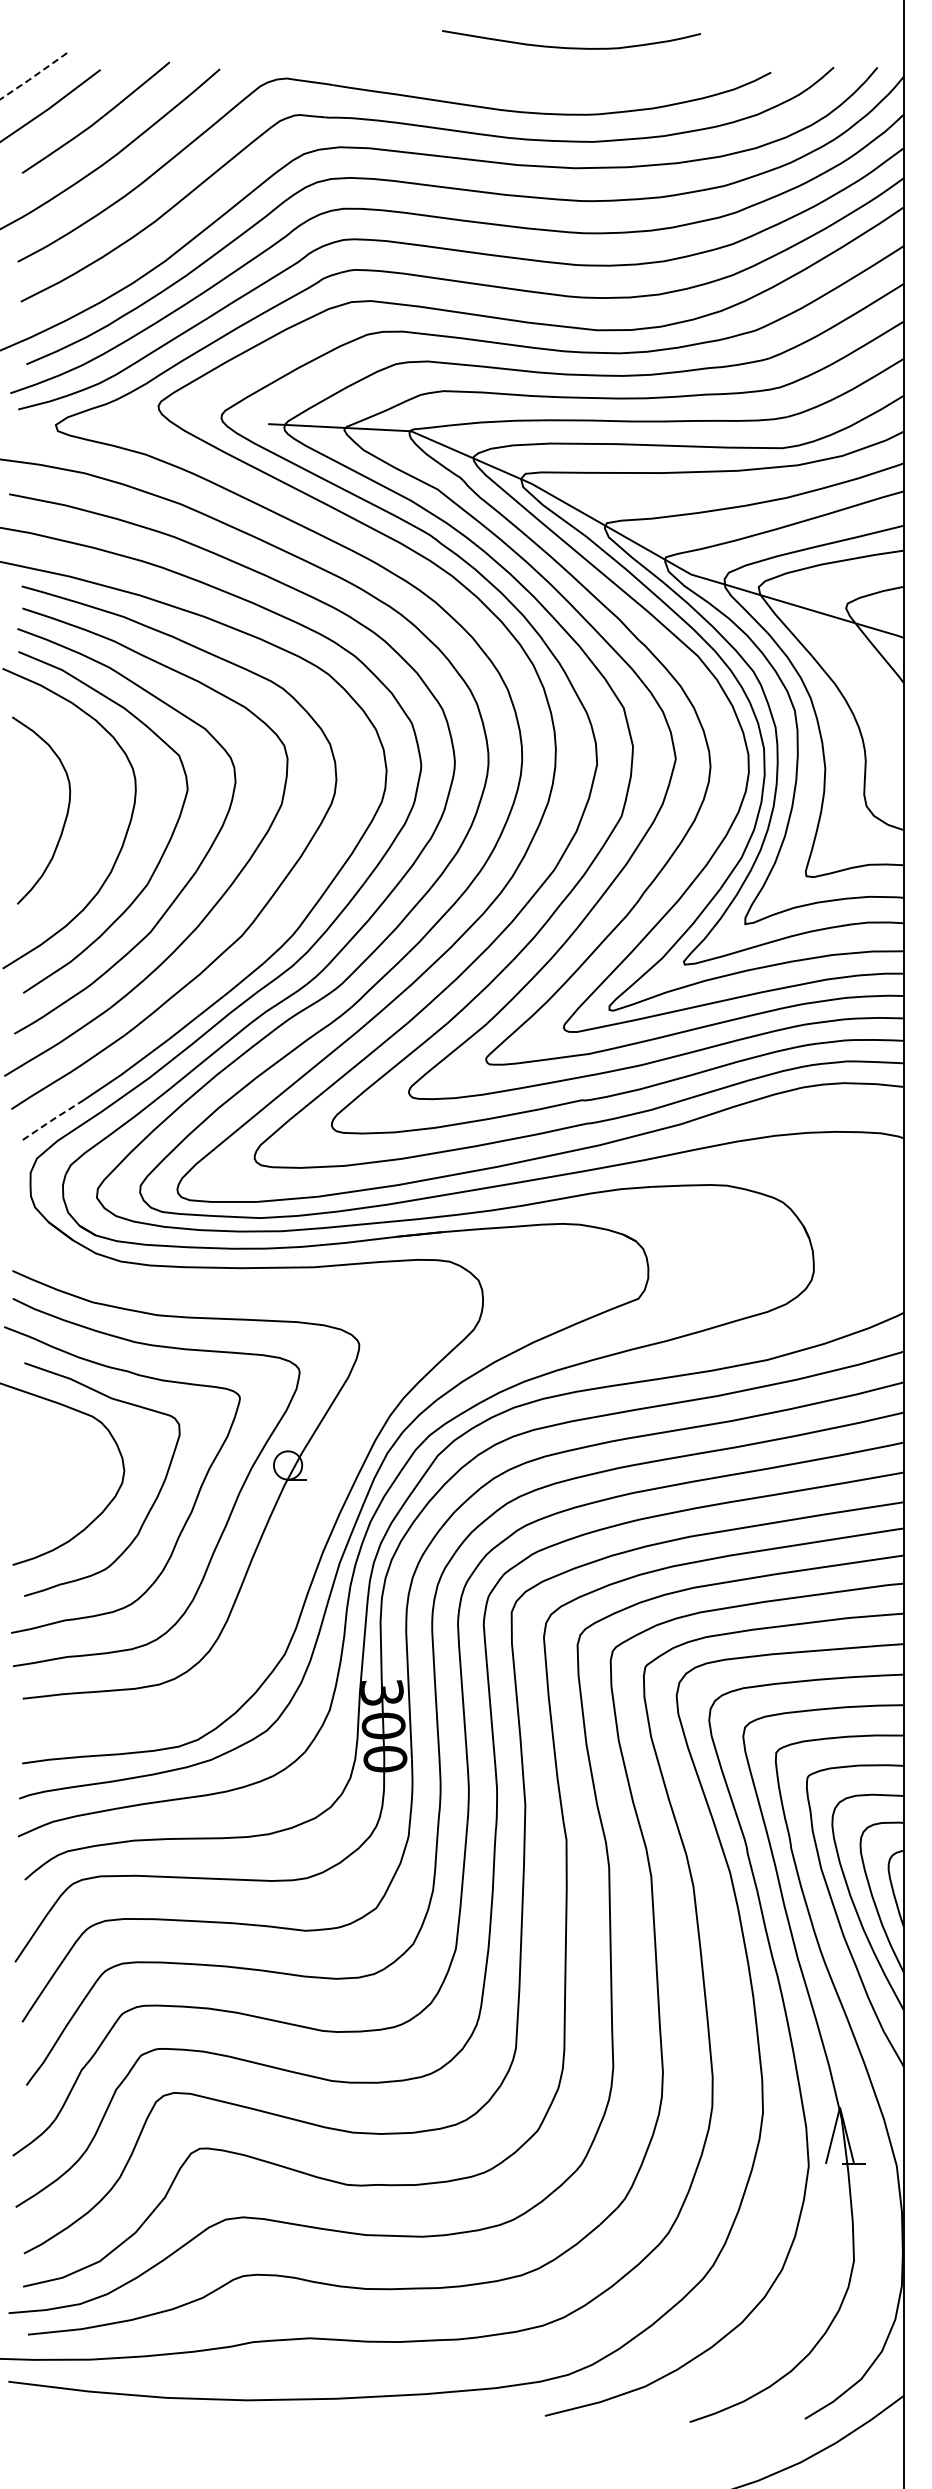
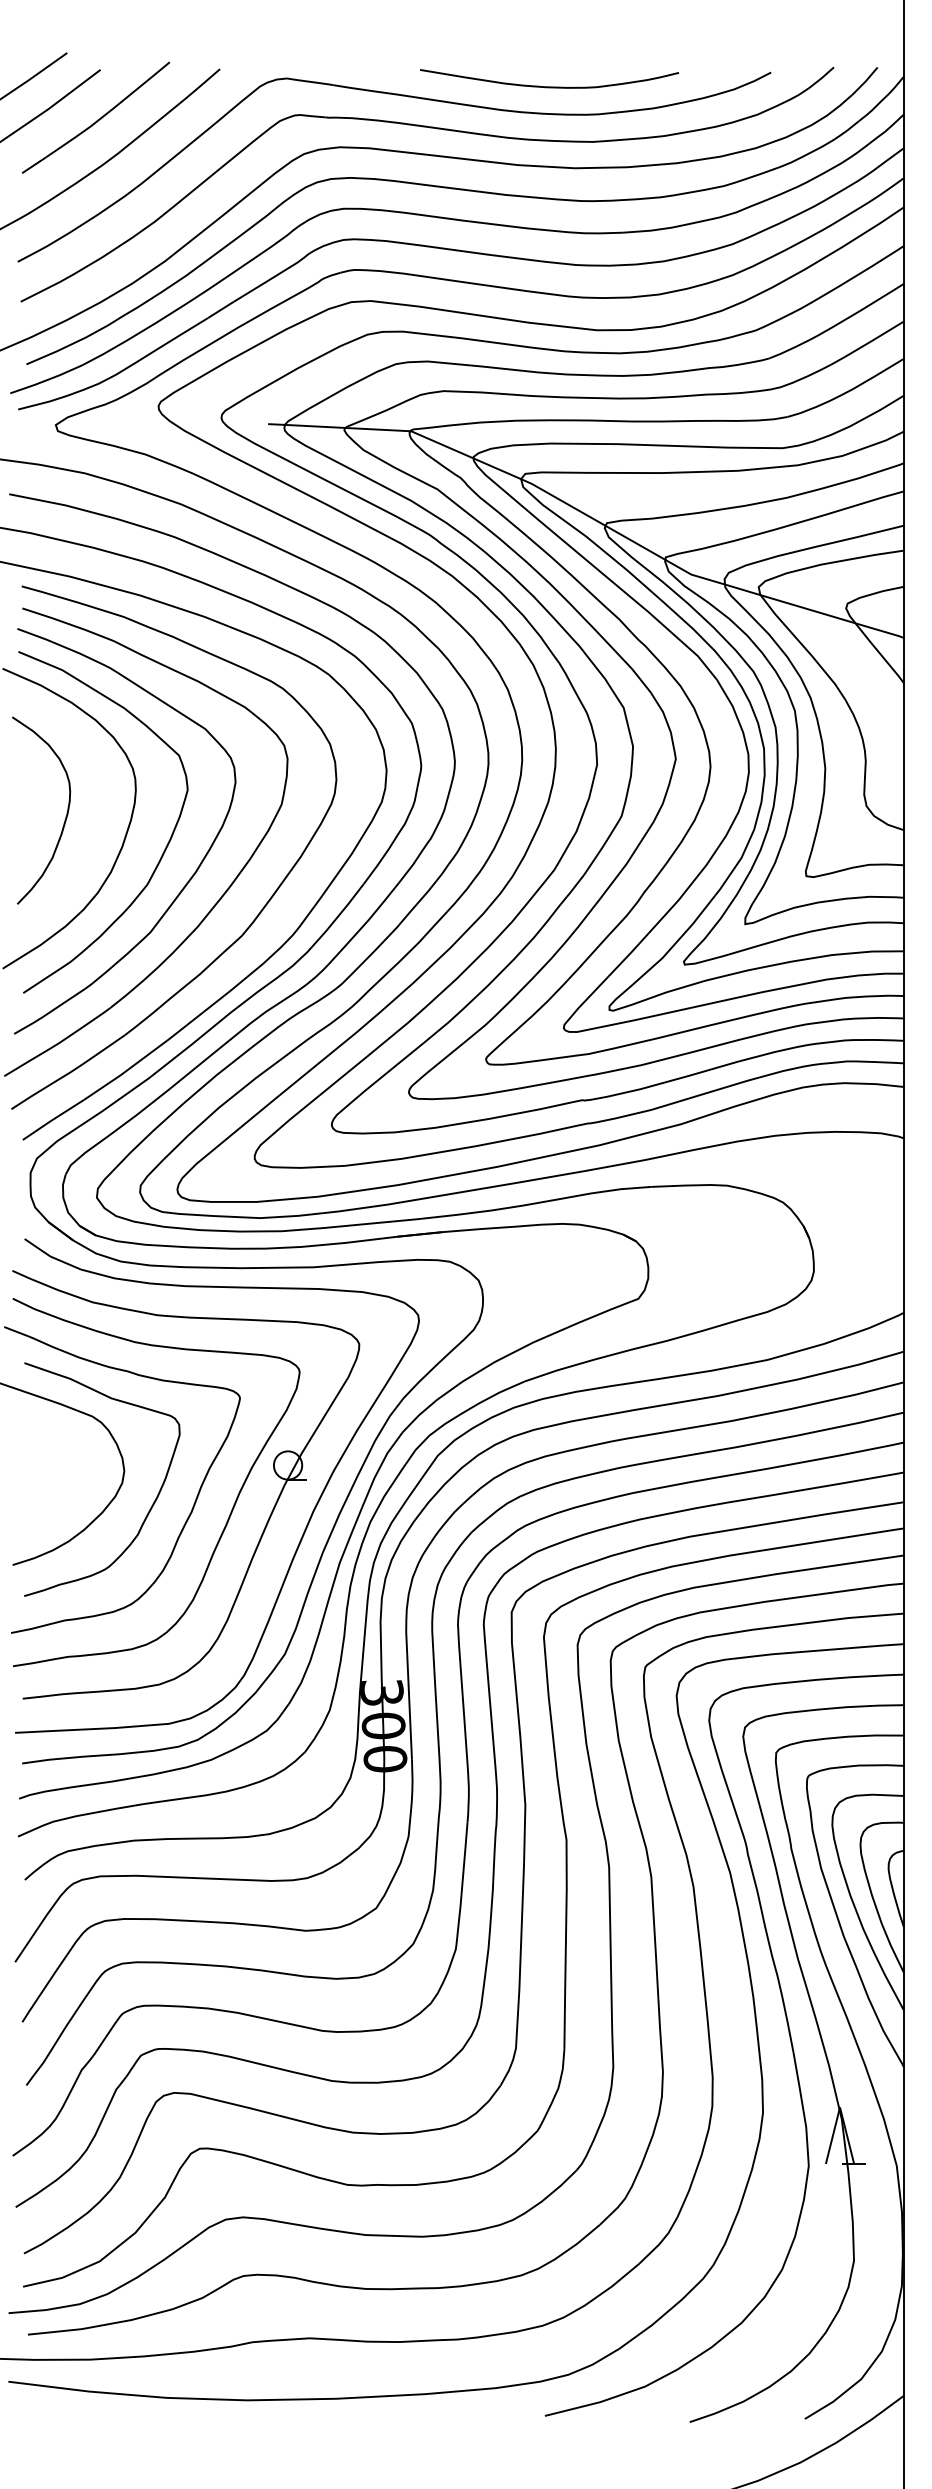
curve at (571, 47) position: (571, 47) -> (549, 86)
line at (34, 76): dashed -> solid
line at (52, 1119): dashed -> solid
curve at (306, 1524): none -> present
